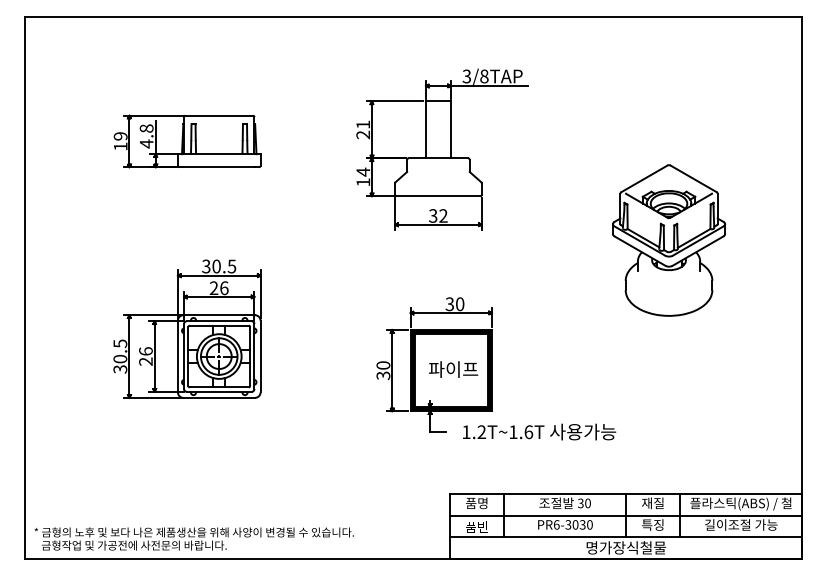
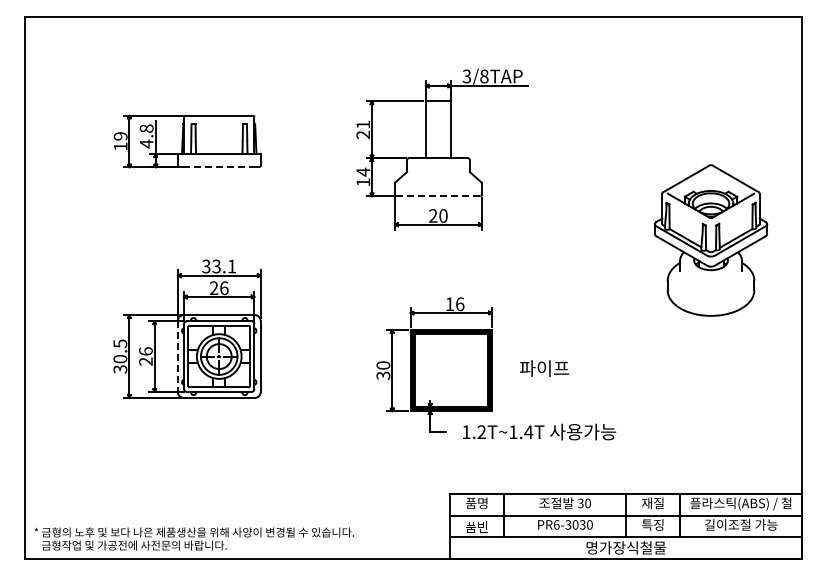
line at (219, 167): solid -> dashed
line at (438, 196): solid -> dashed
text at (438, 215): 32 -> 20
part at (669, 240) position: (669, 240) -> (711, 240)
text at (224, 266): 30.5 -> 33.1
text at (454, 304): 30 -> 16
line at (177, 356): solid -> dashed
text at (453, 369) position: (453, 369) -> (544, 368)
text at (528, 432): 1.2T~1.6T -> 1.2T~1.4T
